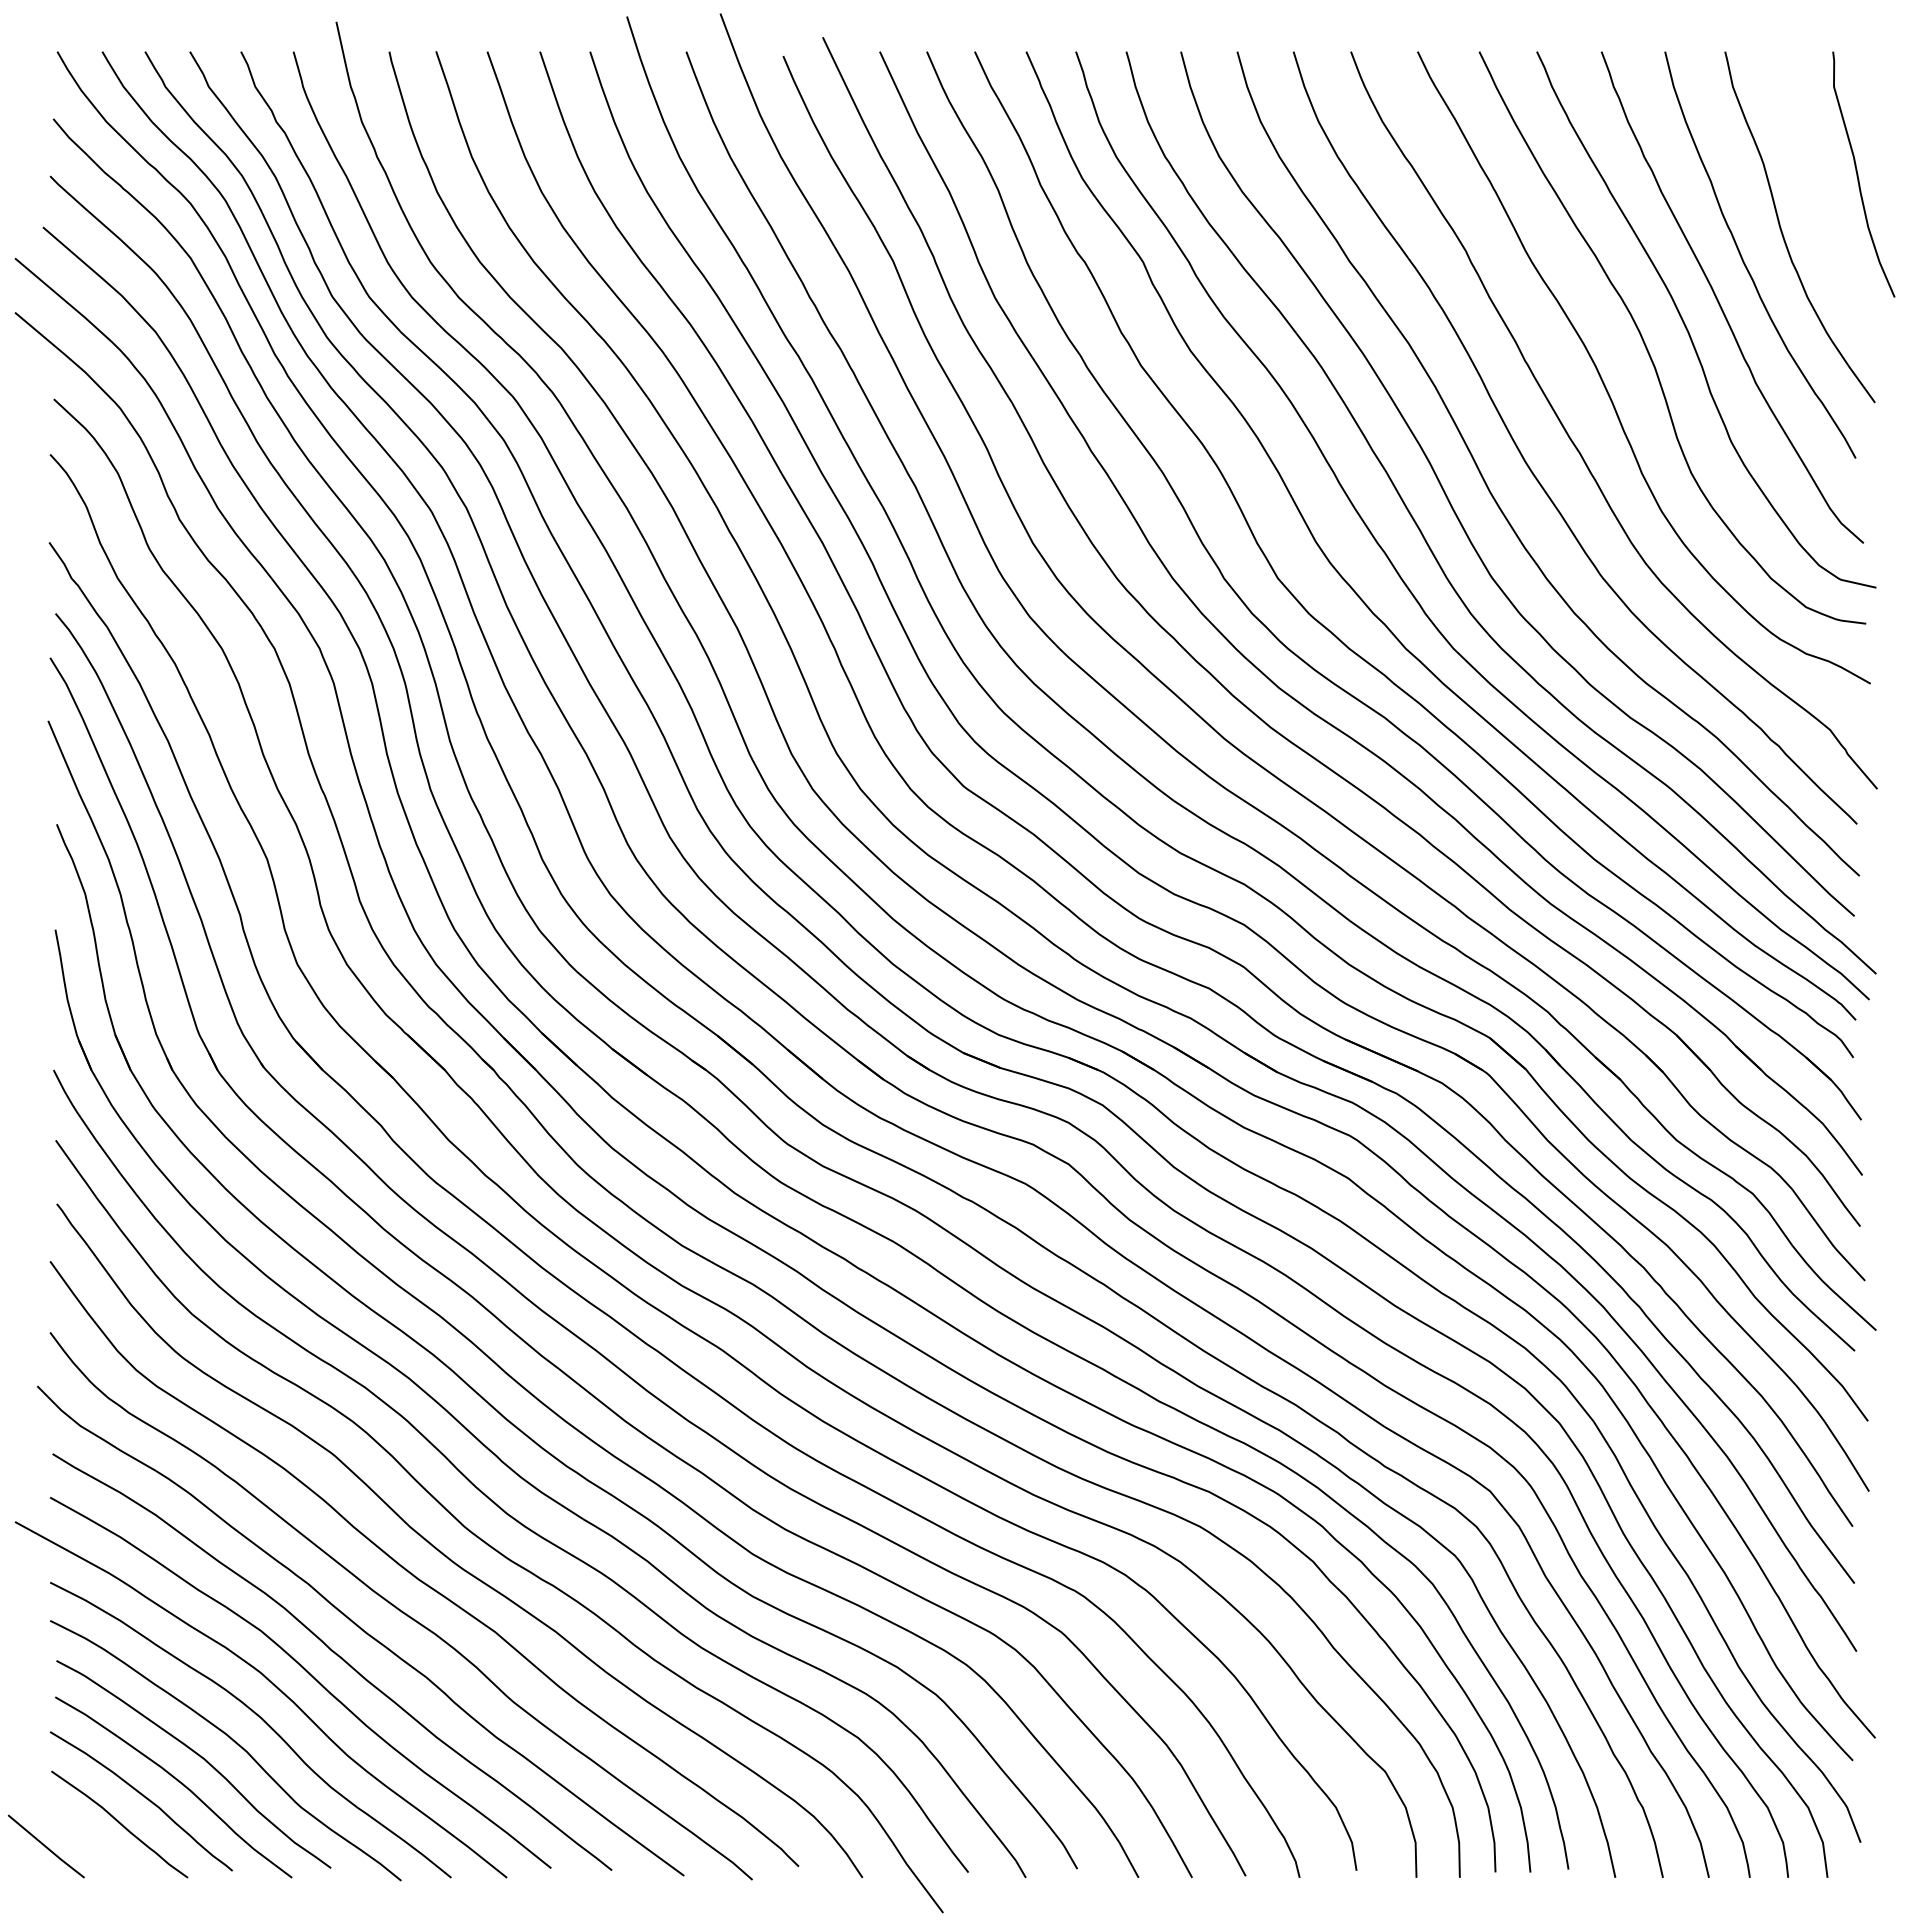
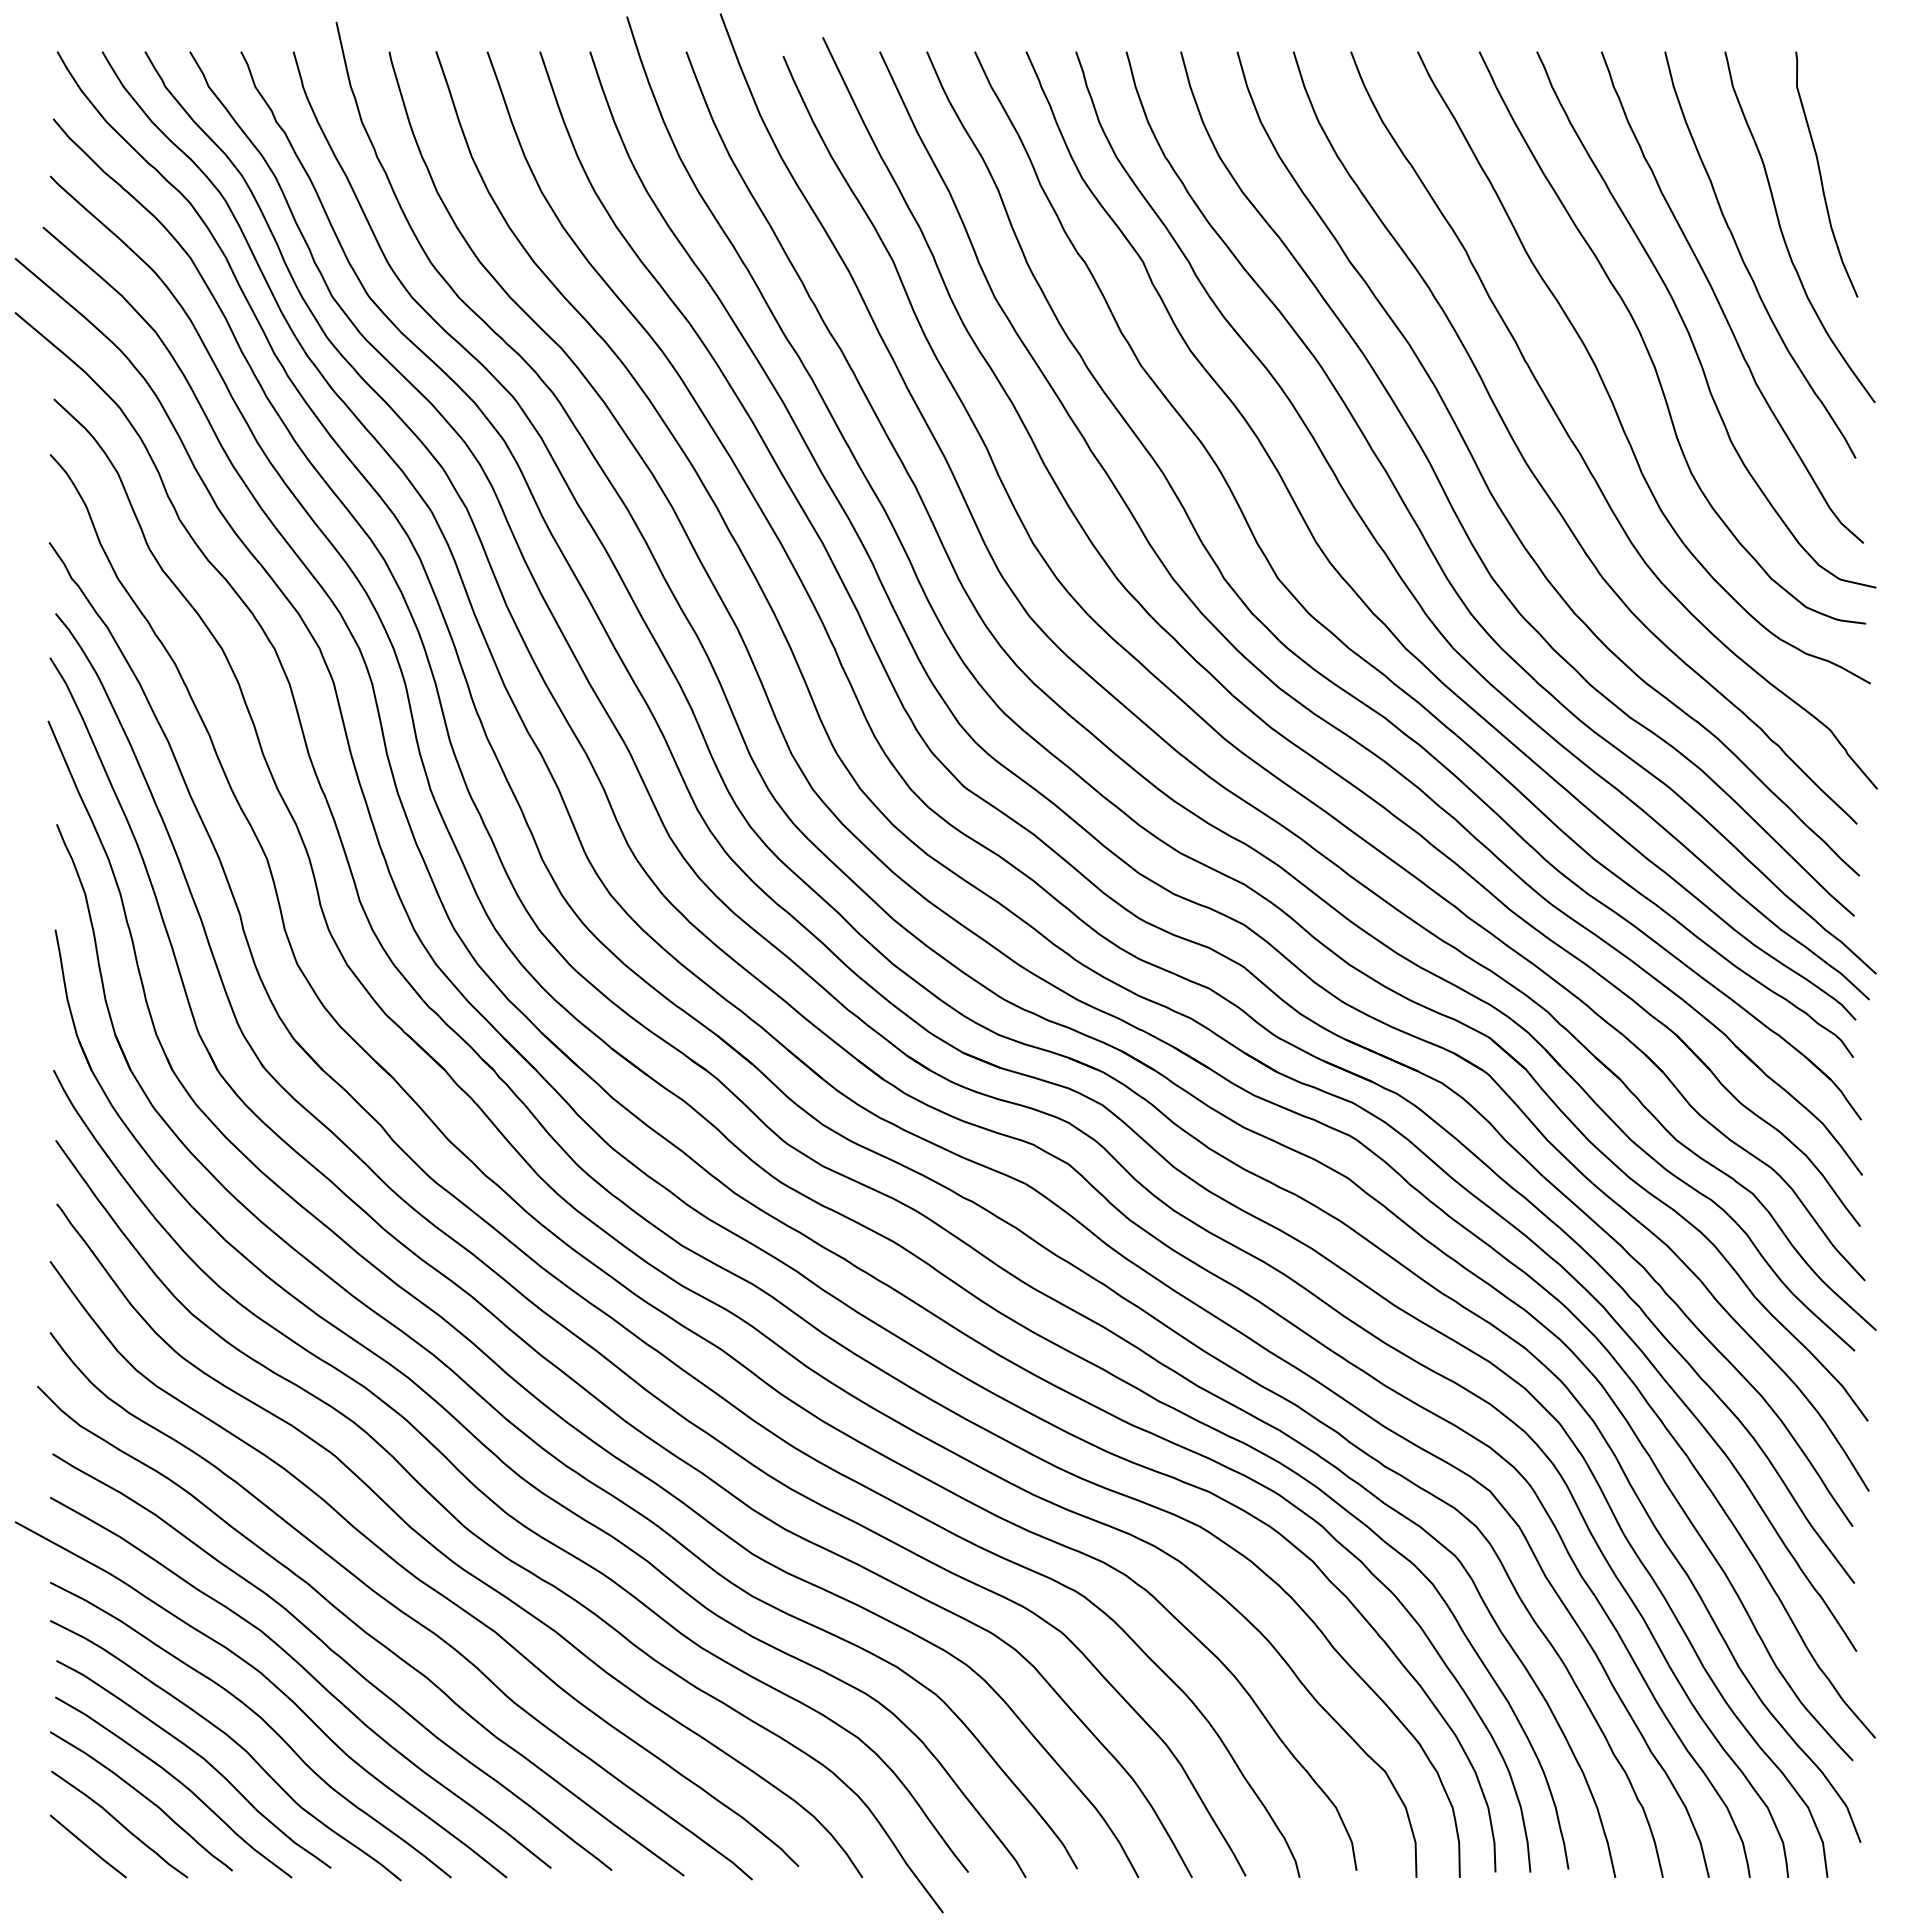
curve at (1858, 174) position: (1858, 174) -> (1821, 174)
line at (45, 1846) position: (45, 1846) -> (87, 1846)
